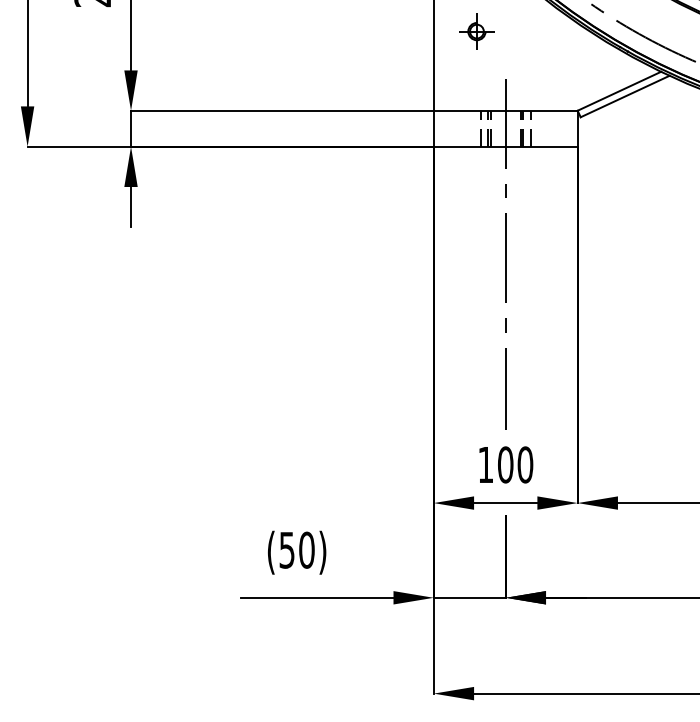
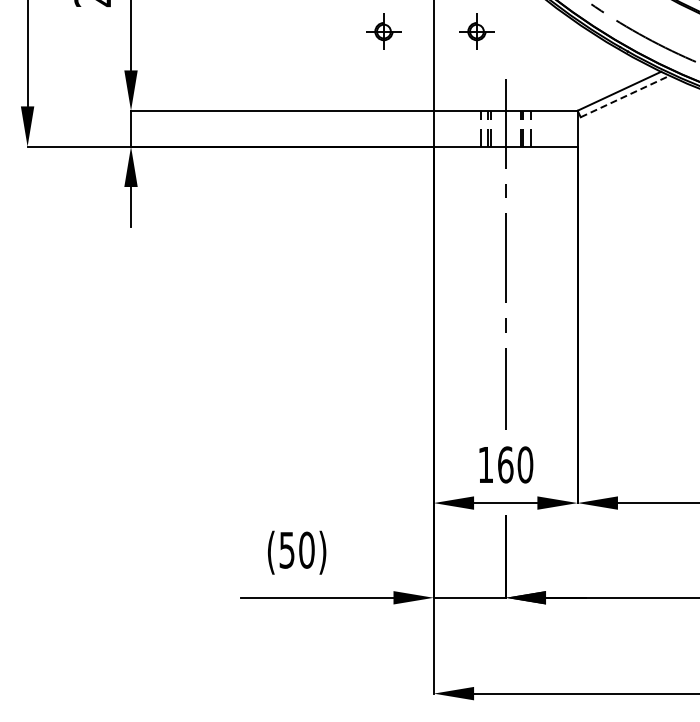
part at (383, 31): none -> present
line at (625, 96): solid -> dashed
text at (505, 464): 100 -> 160
